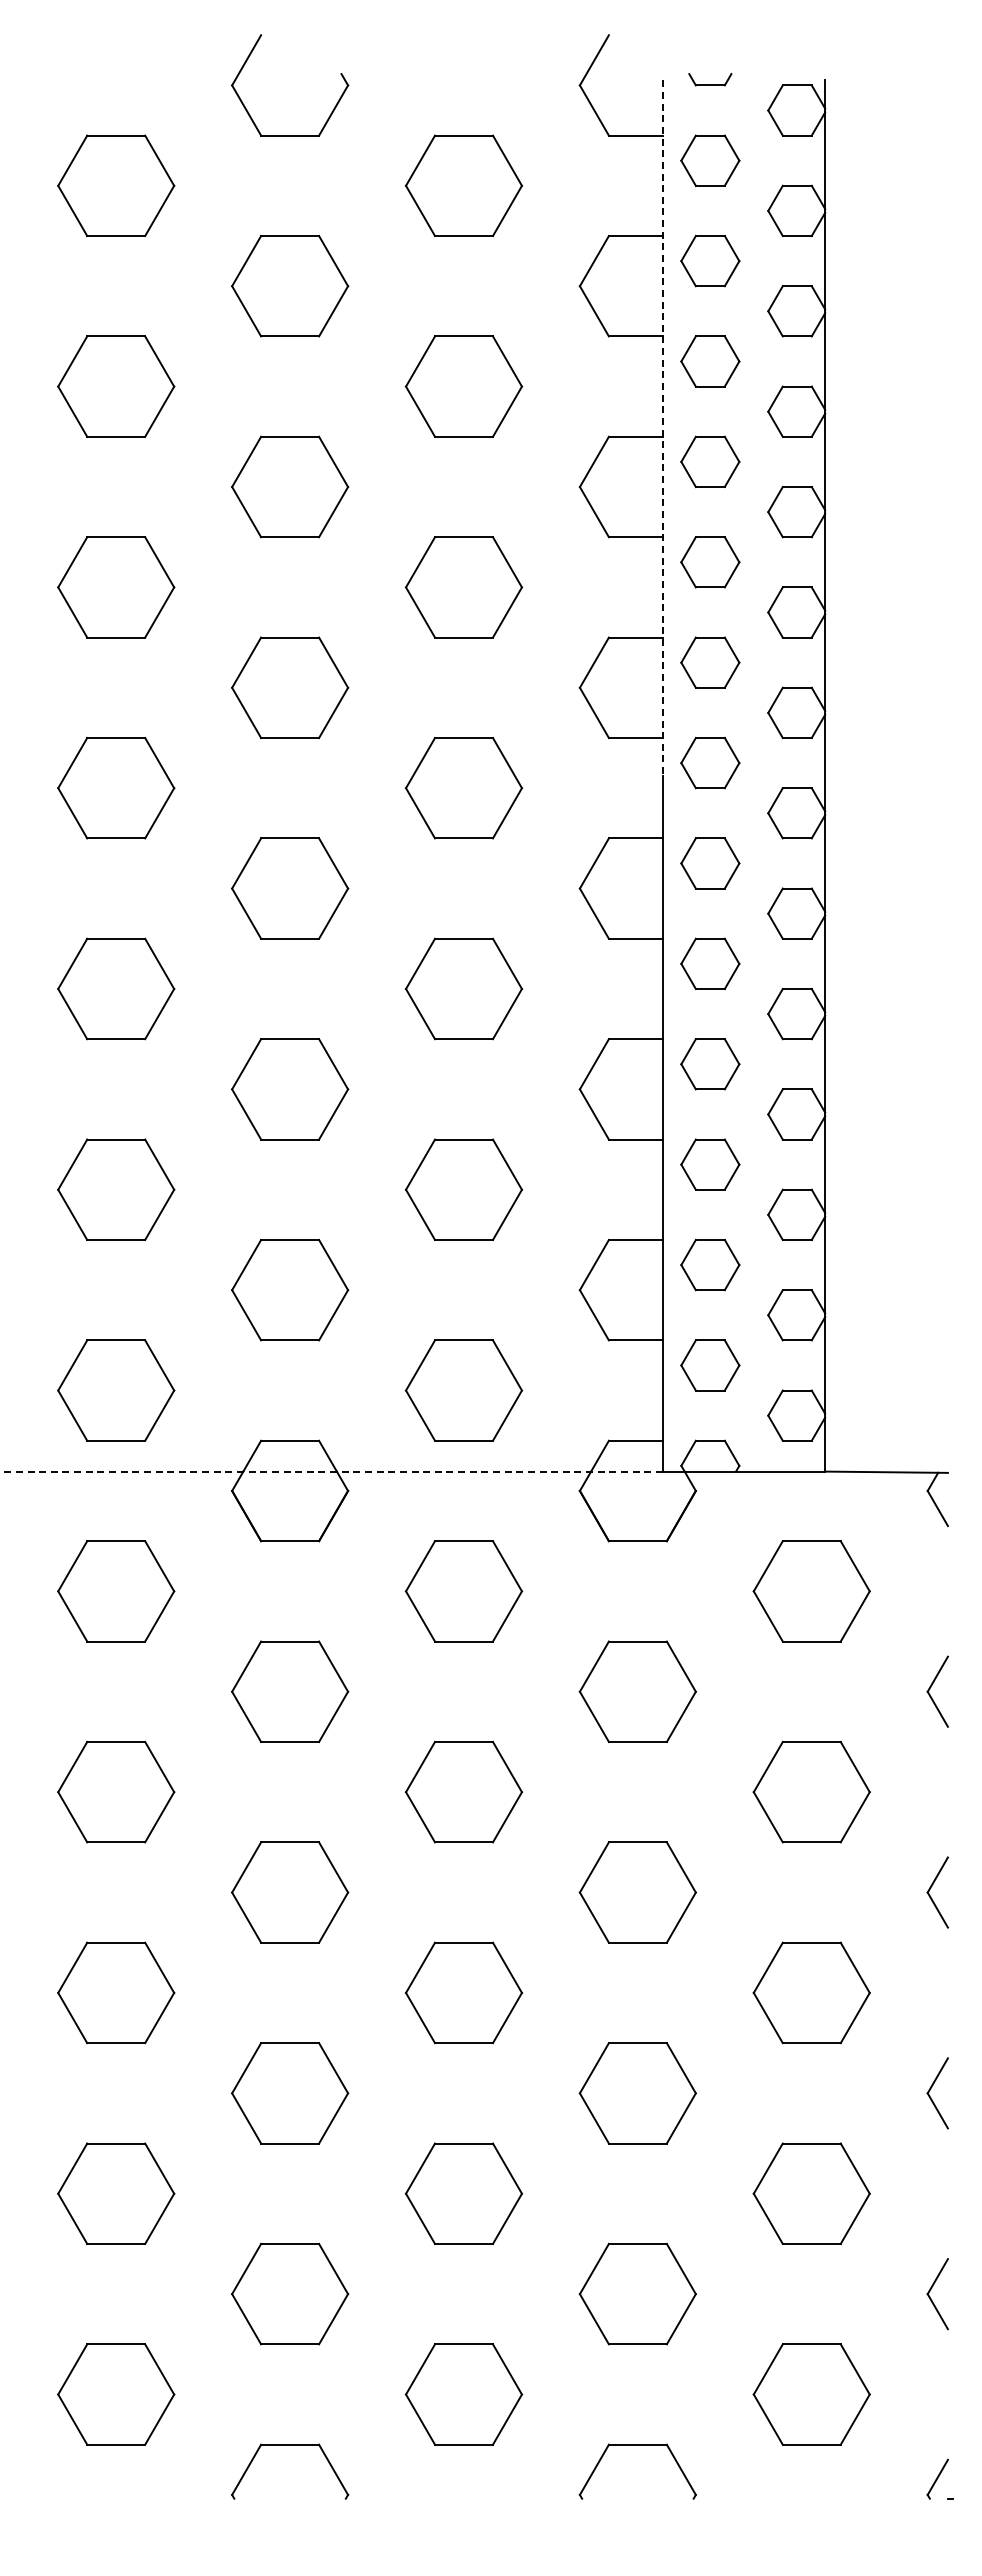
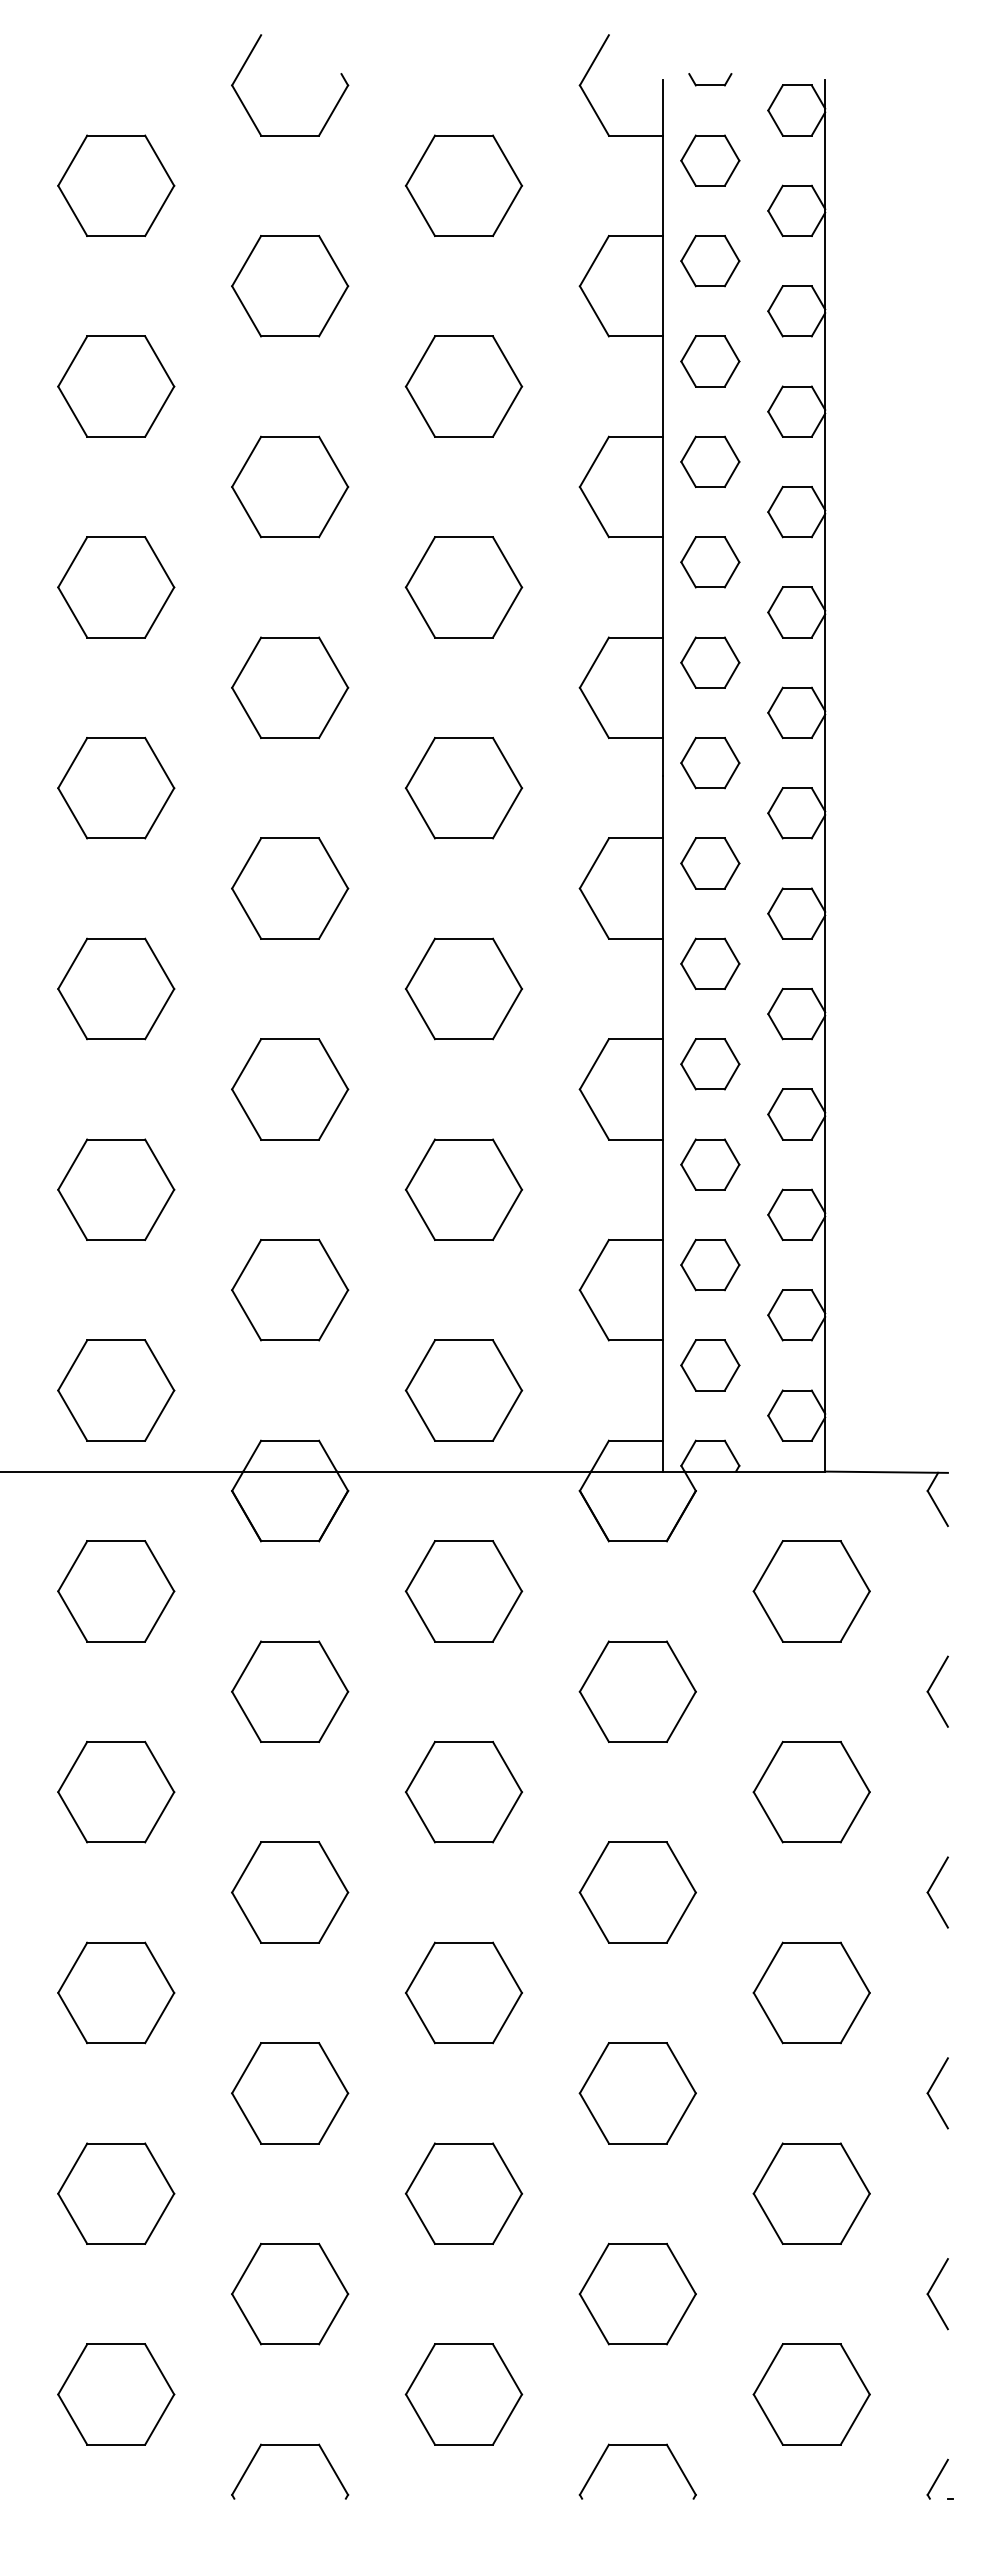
line at (662, 428): dashed -> solid
line at (331, 1471): dashed -> solid
